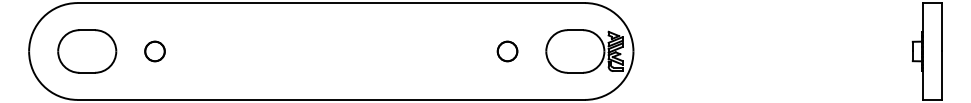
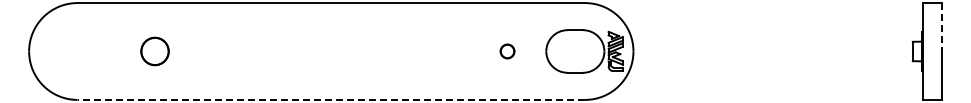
line at (941, 27): solid -> dashed
part at (87, 51): present -> none
part at (154, 51) size: 22x23 px -> 30x31 px
part at (507, 51) size: 23x23 px -> 17x17 px
line at (331, 99): solid -> dashed
